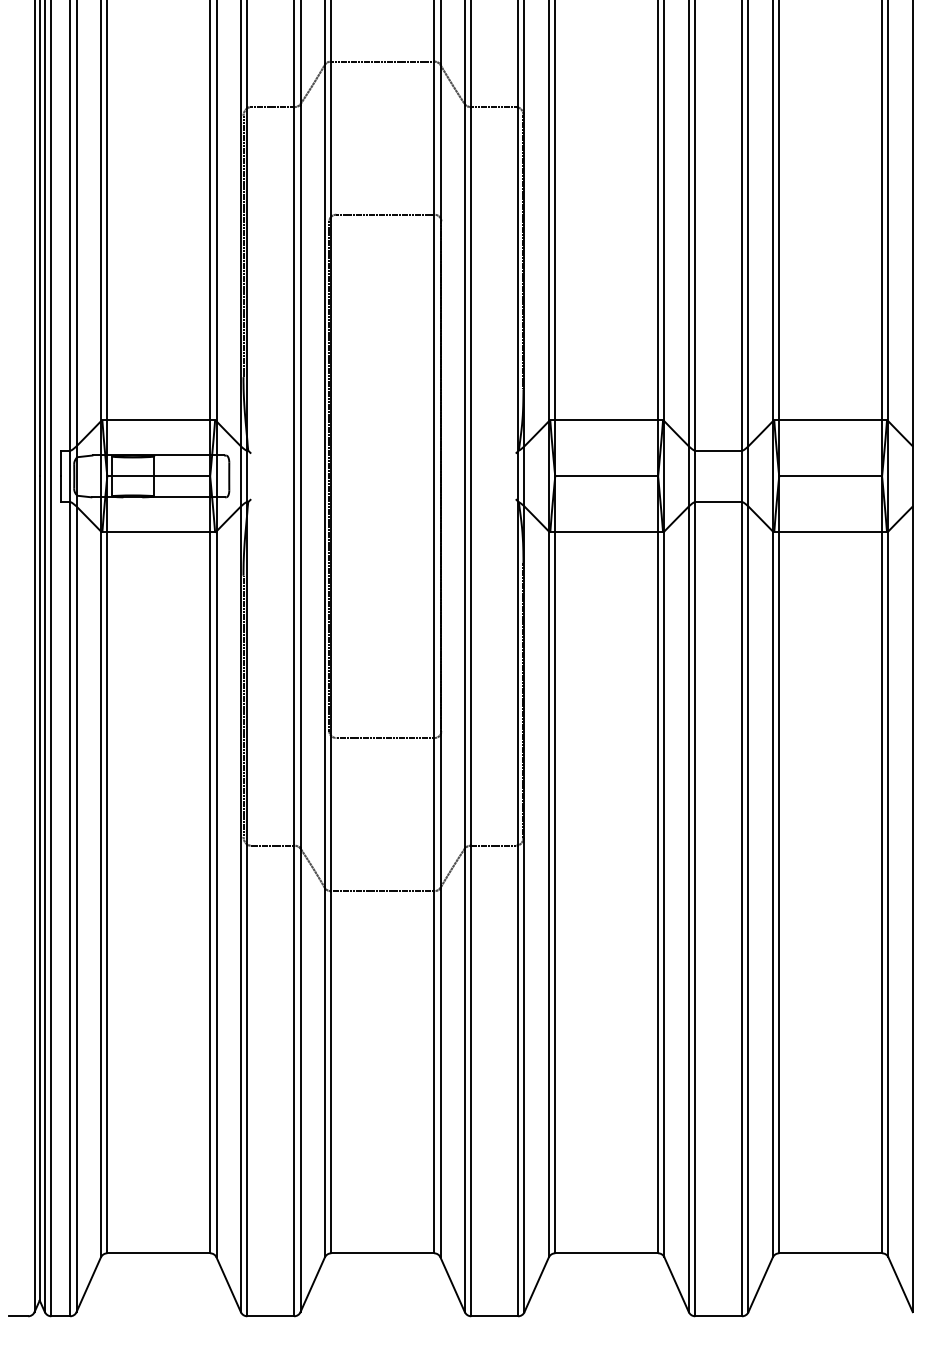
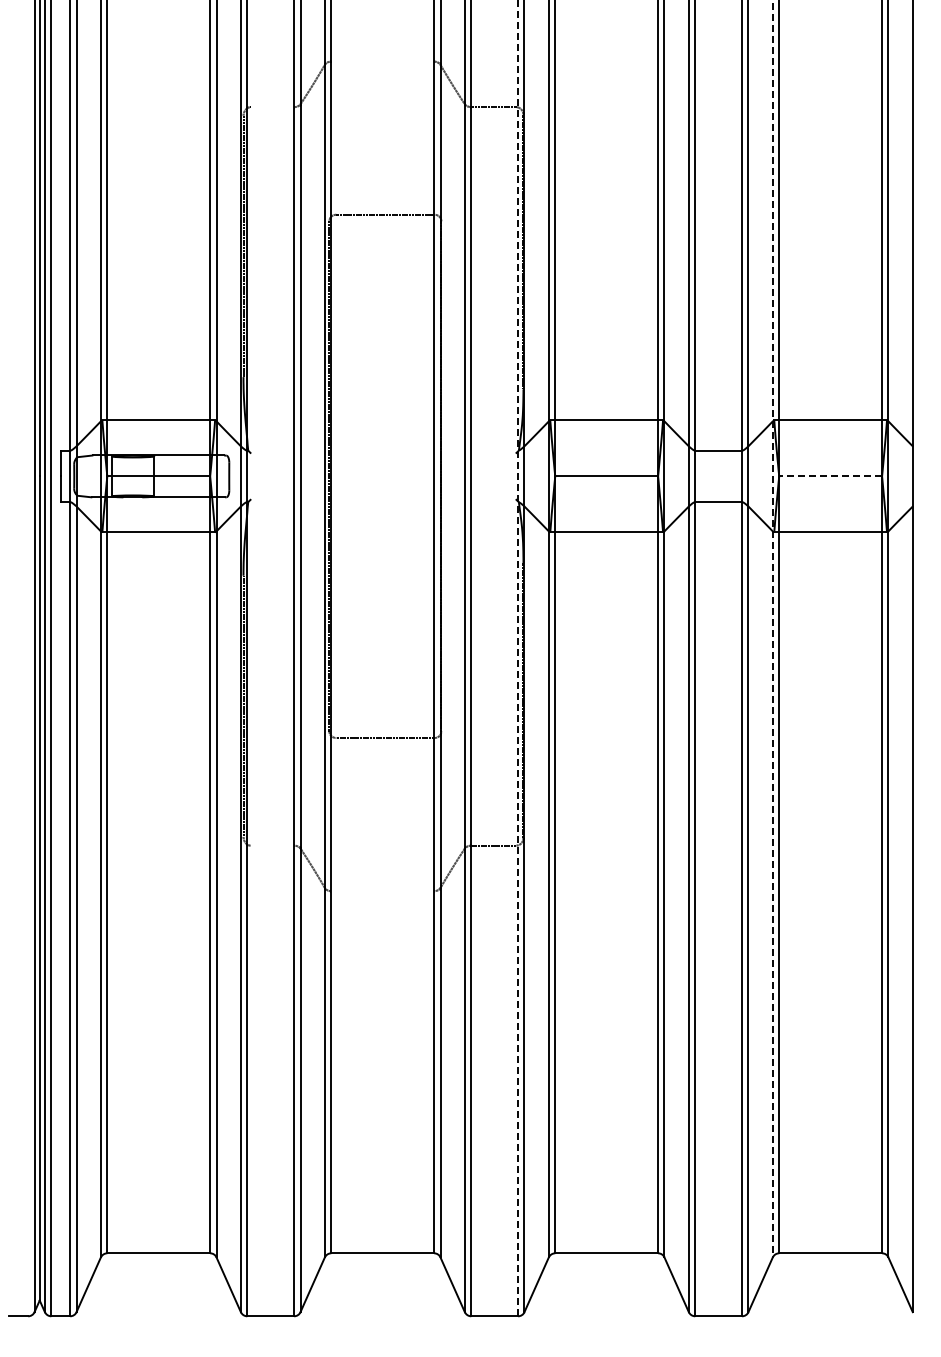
line at (382, 61): present -> none
line at (272, 107): present -> none
line at (830, 476): solid -> dashed
line at (772, 628): solid -> dashed
line at (518, 658): solid -> dashed
line at (272, 845): present -> none
line at (382, 891): present -> none
